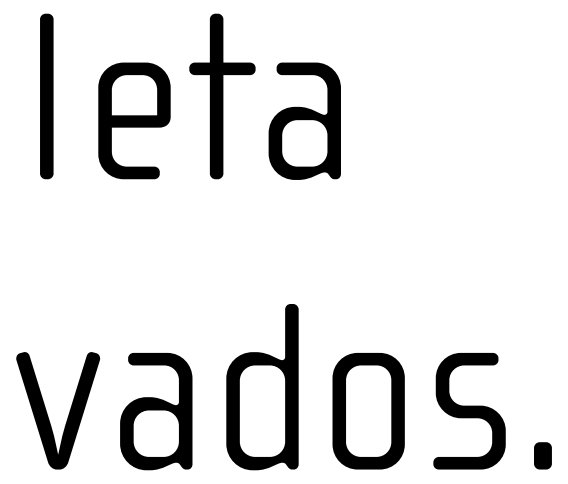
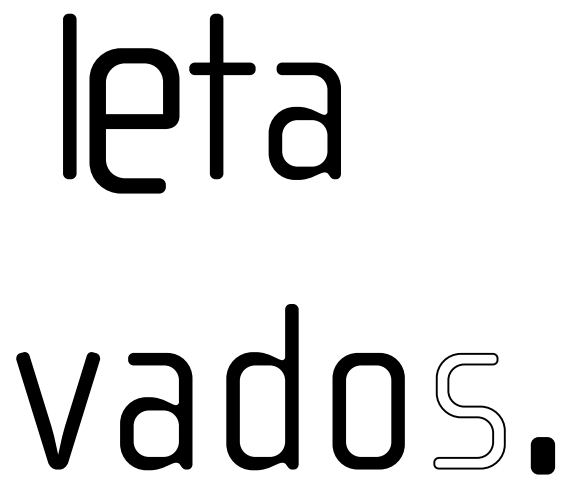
part at (46, 96) position: (46, 96) -> (69, 96)
part at (134, 120) size: 73x118 px -> 91x146 px
fill at (469, 410): present -> none
part at (542, 455) size: 18x28 px -> 25x38 px
